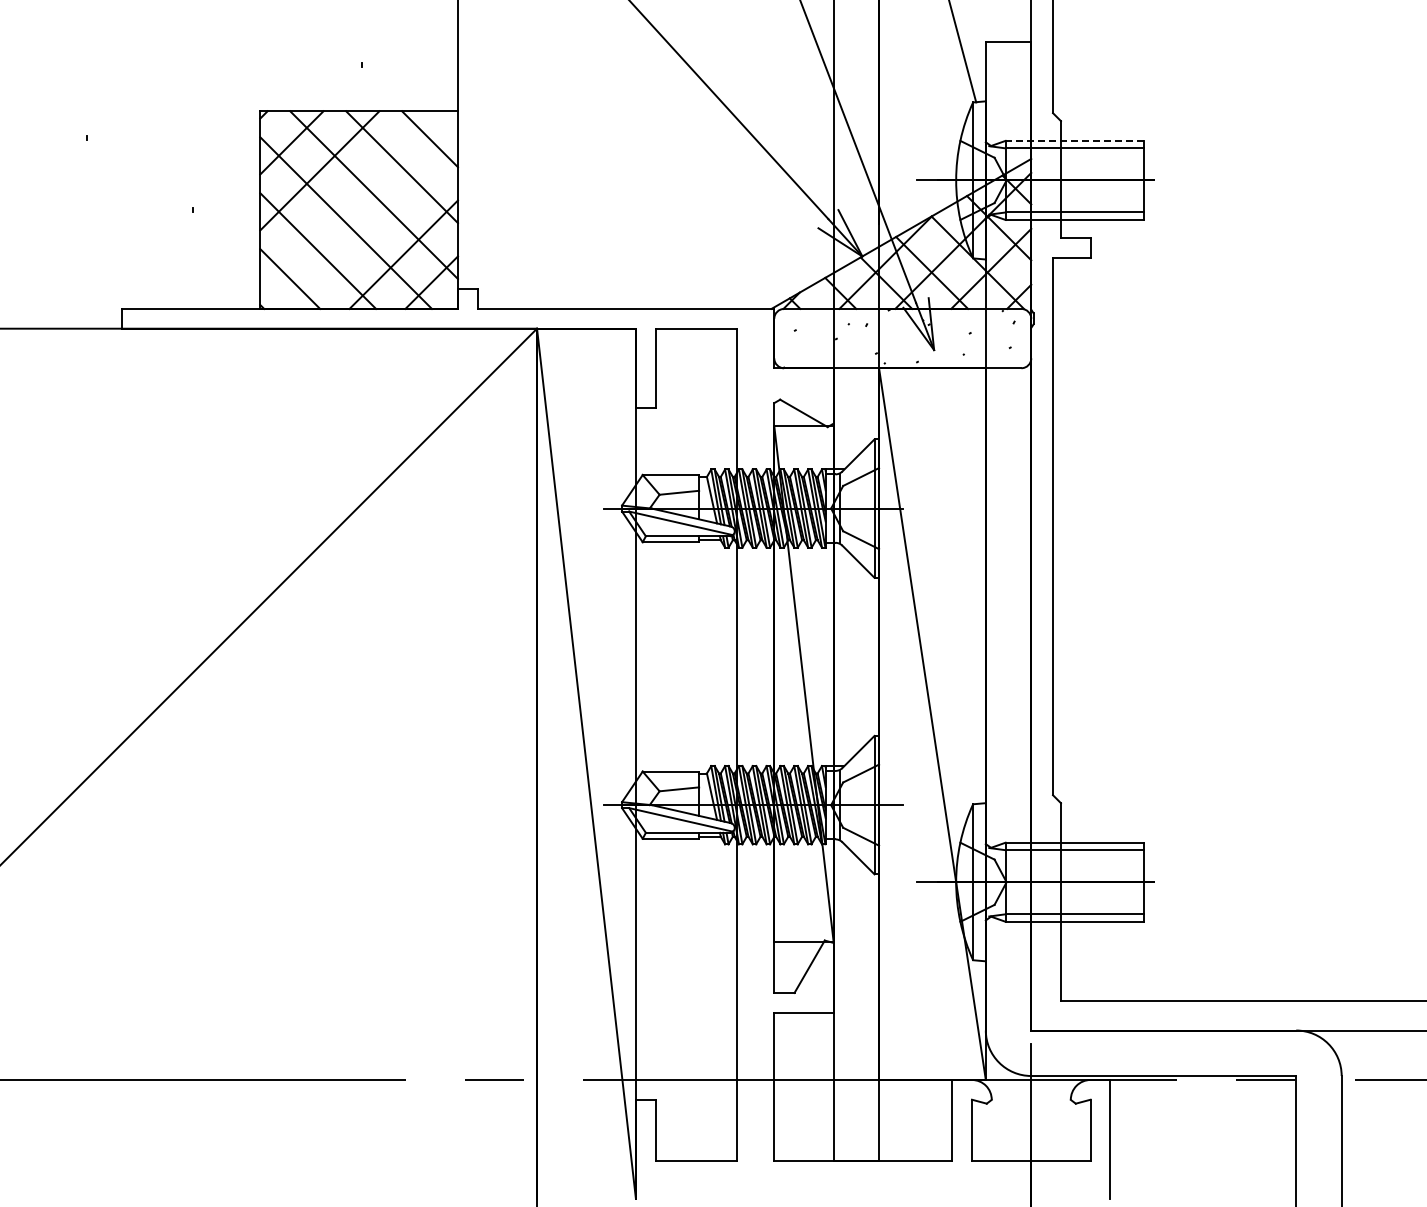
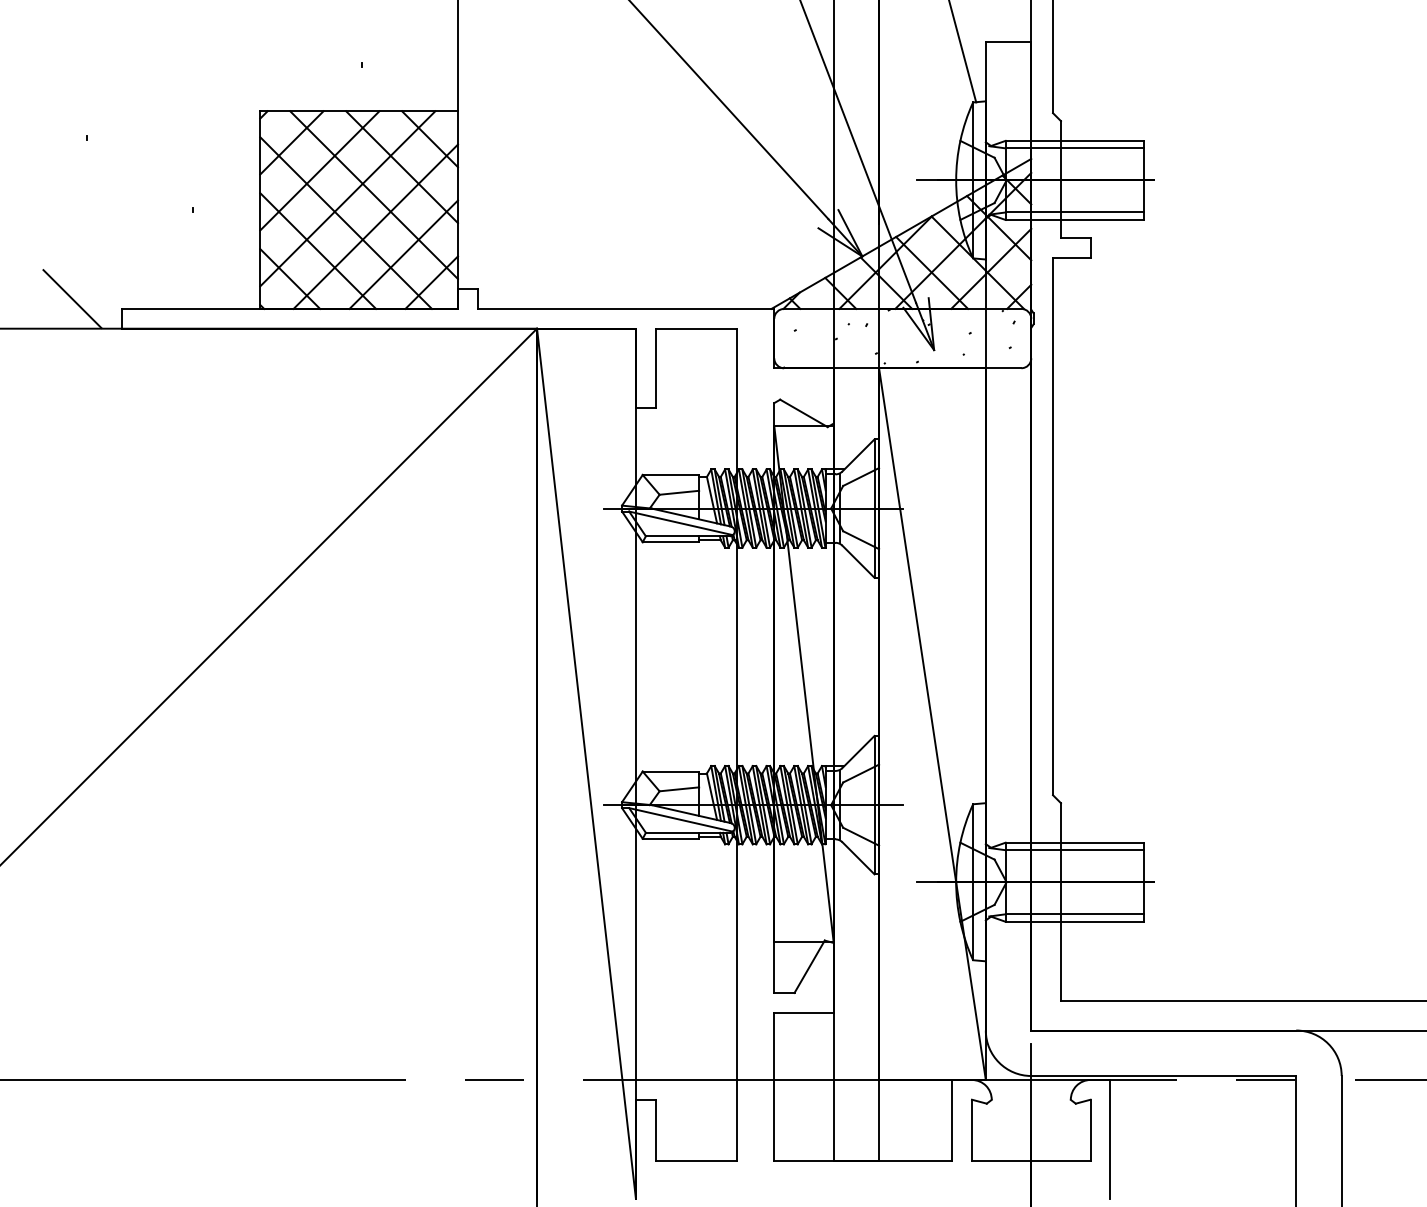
line at (1074, 140): dashed -> solid
line at (347, 198): none -> present
line at (375, 226): none -> present
line at (72, 298): none -> present
